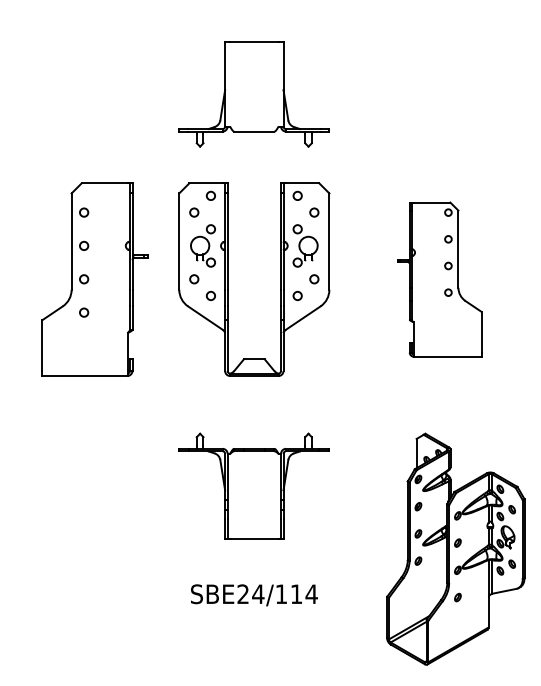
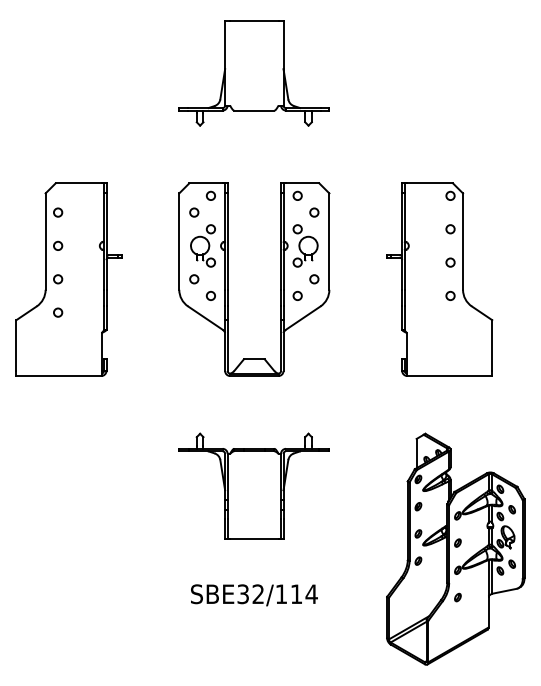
part at (253, 94) position: (253, 94) -> (253, 73)
part at (94, 279) position: (94, 279) -> (68, 279)
part at (439, 279) size: 86x157 px -> 108x195 px
text at (250, 594): SBE24/114 -> SBE32/114
